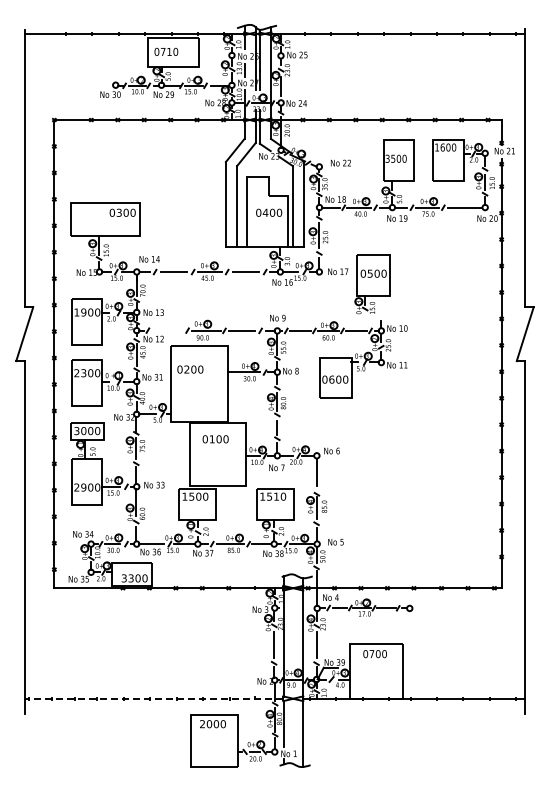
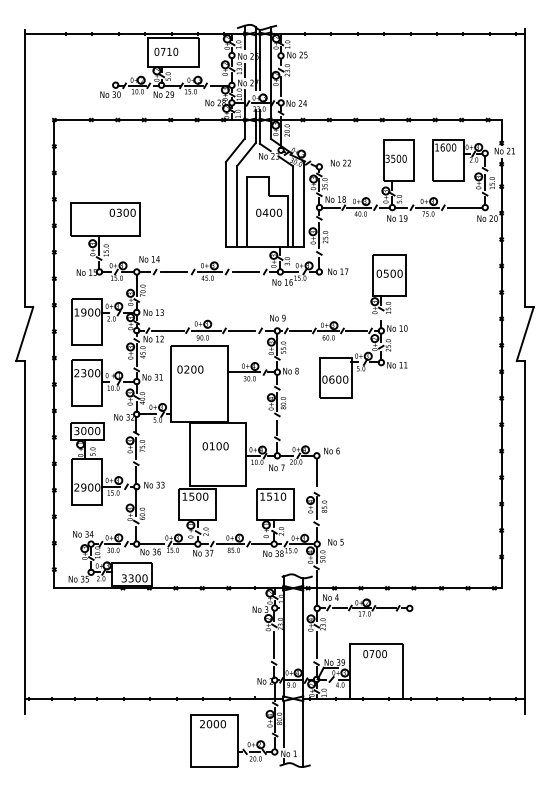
part at (372, 284) position: (372, 284) -> (388, 284)
line at (167, 330): none -> present
text at (215, 439) position: (215, 439) -> (215, 446)
line at (153, 698): dashed -> solid
